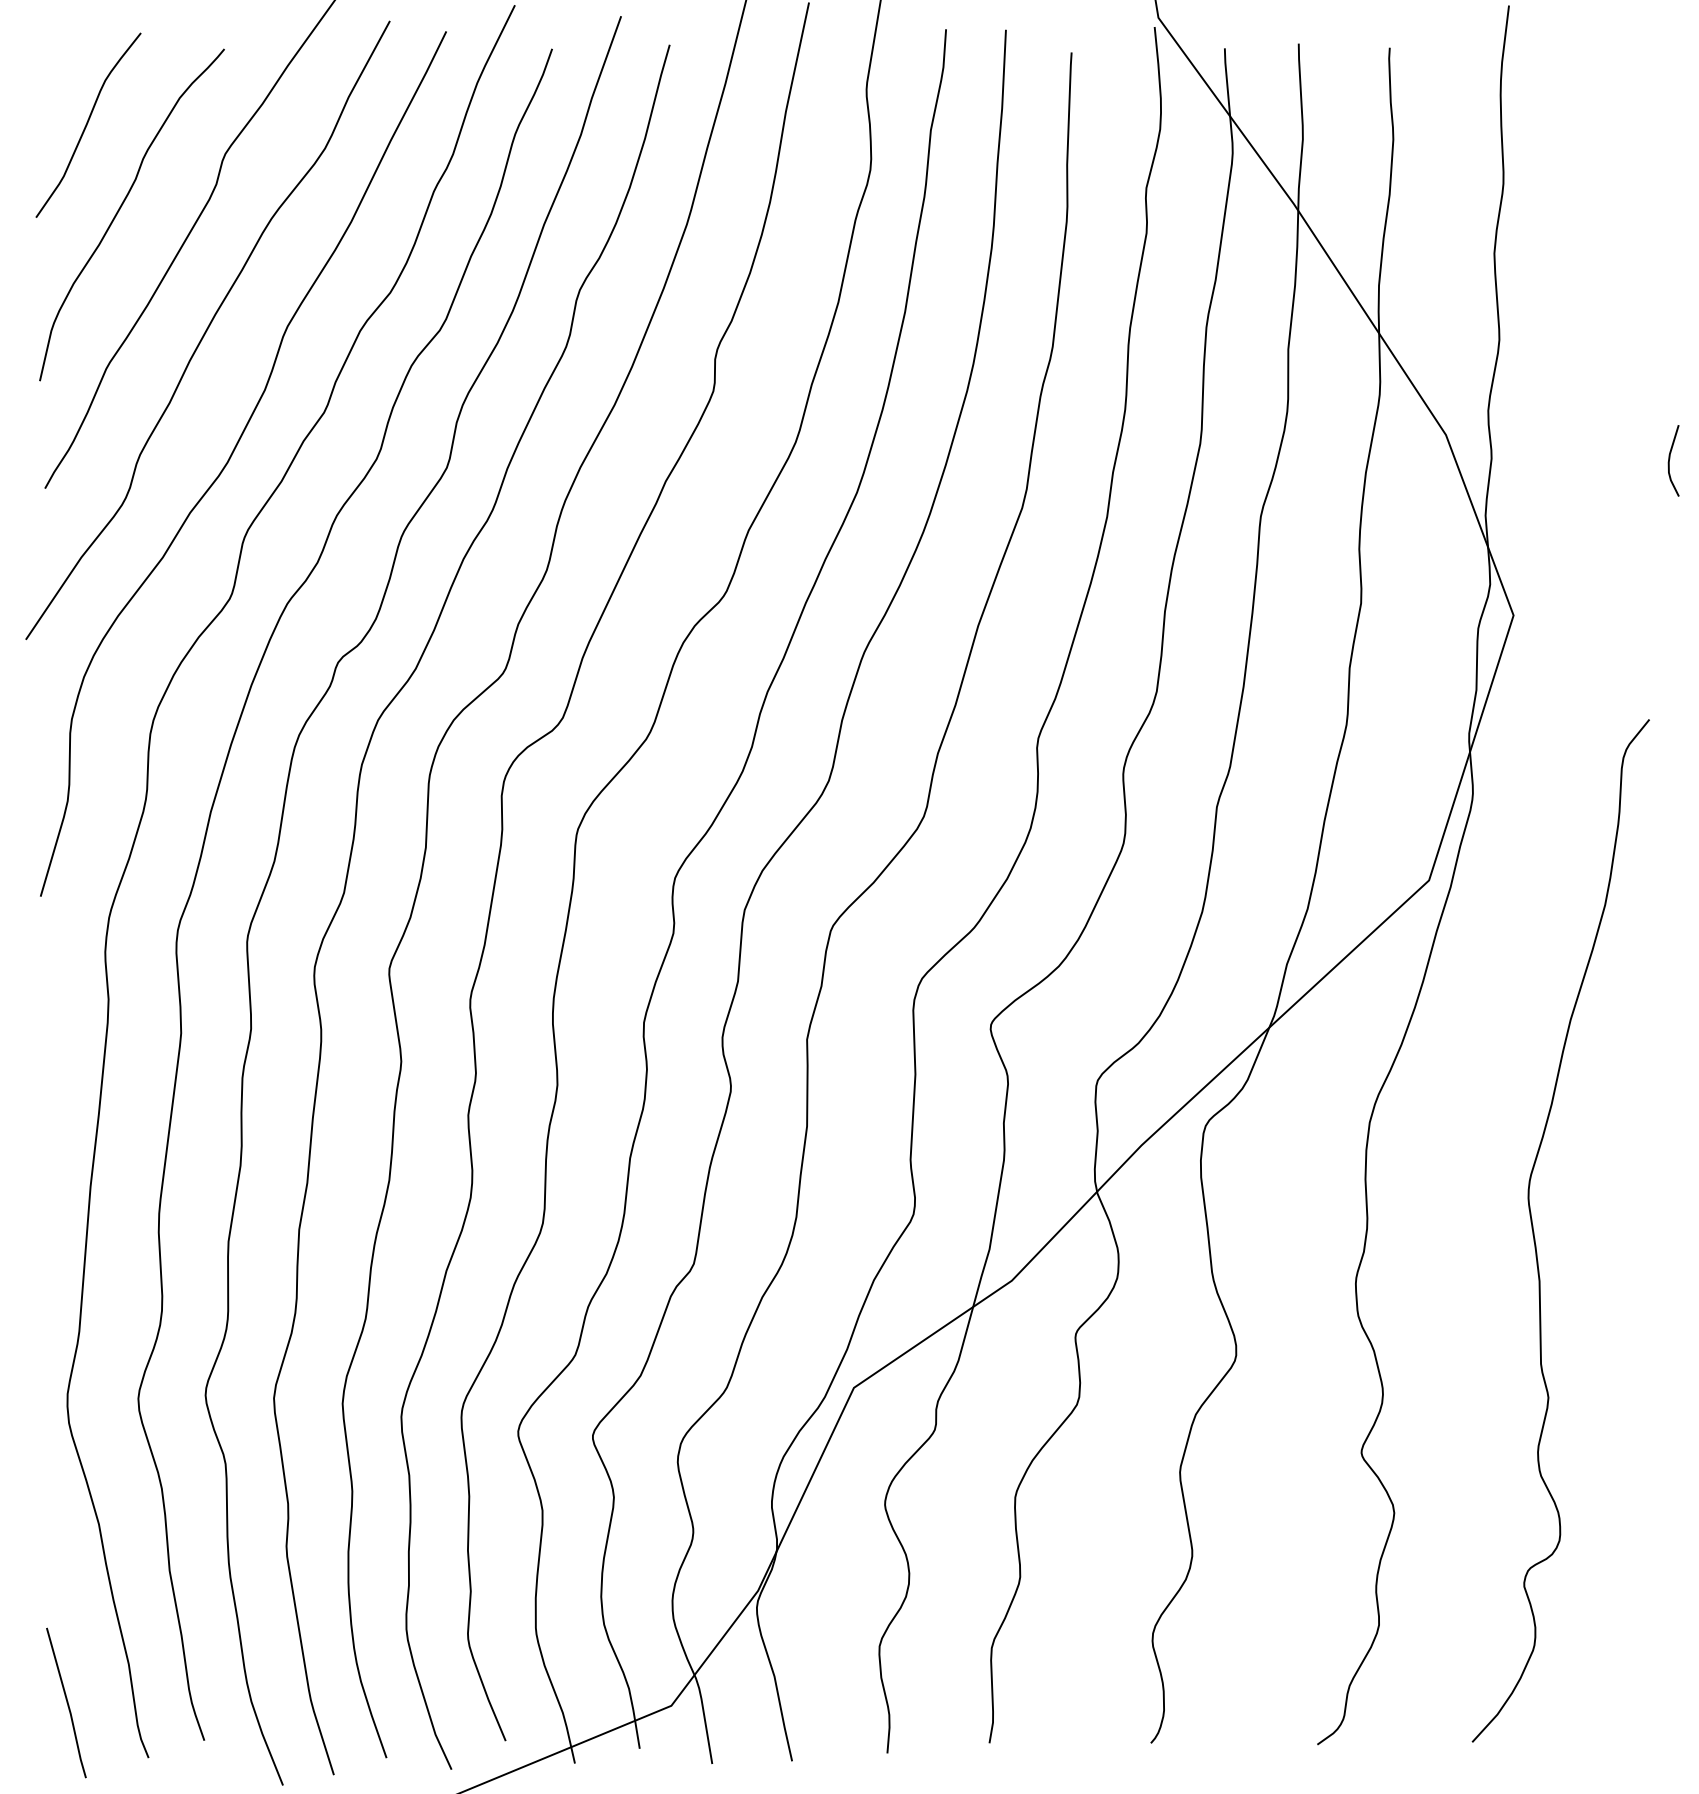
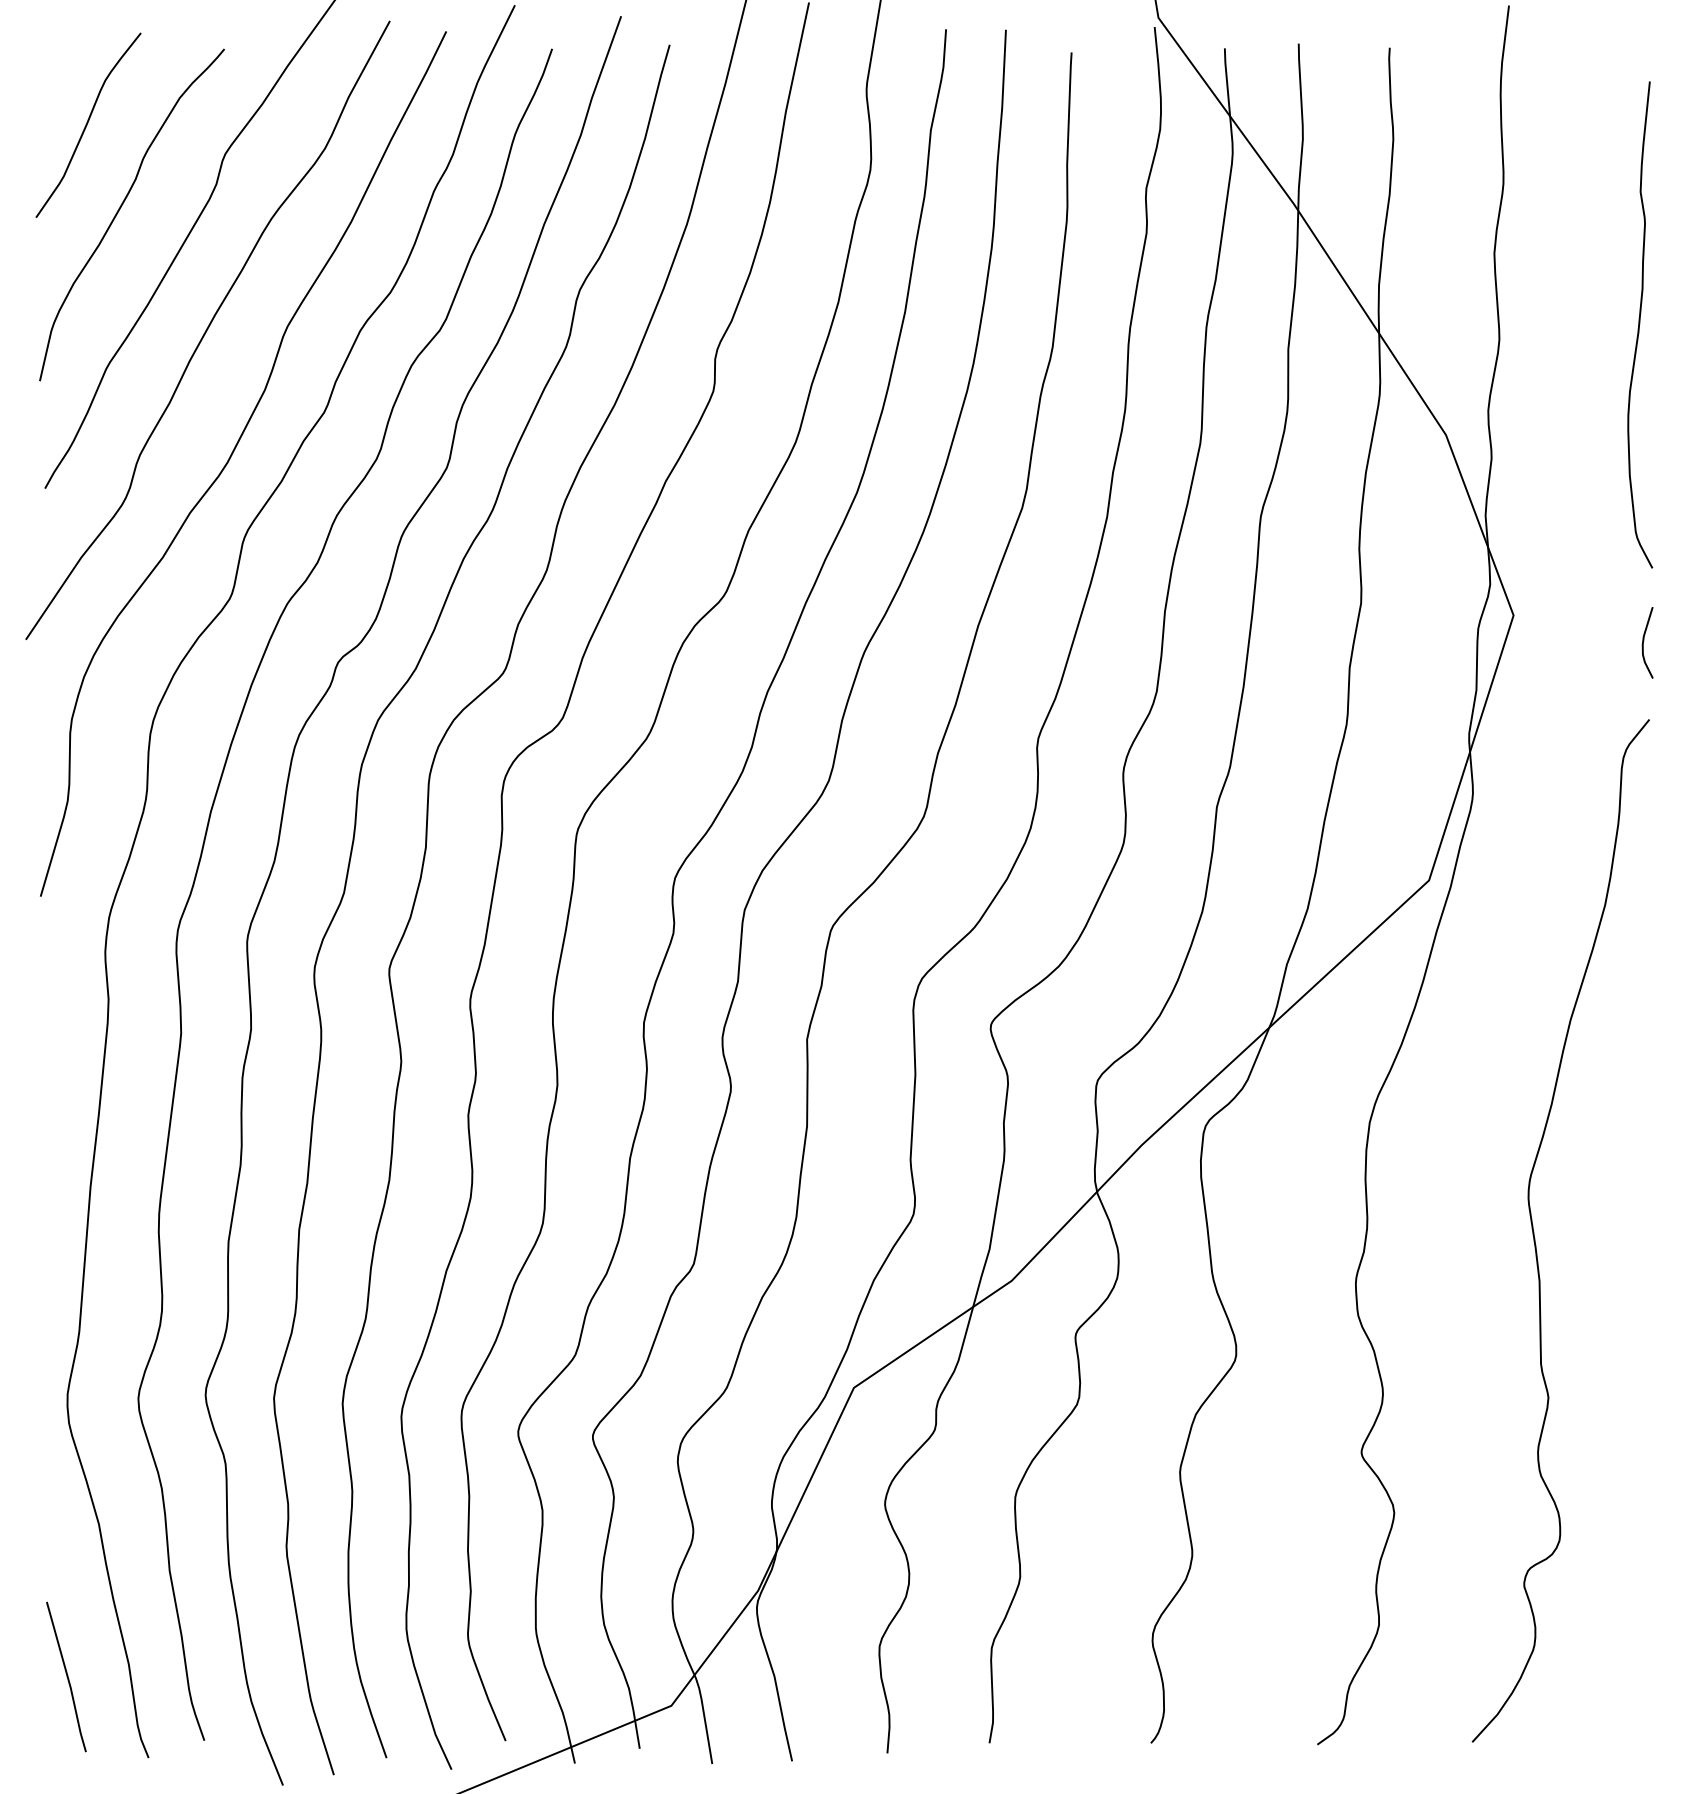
curve at (1640, 324): none -> present
curve at (1670, 459) position: (1670, 459) -> (1644, 641)
line at (66, 1702) position: (66, 1702) -> (66, 1676)
